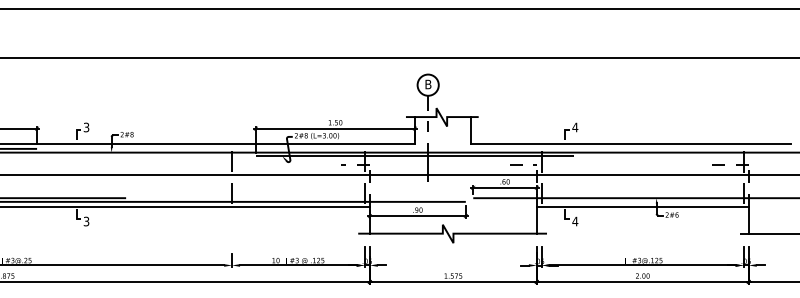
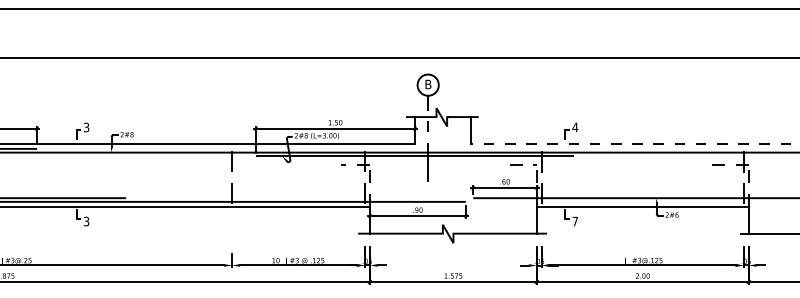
line at (630, 143): solid -> dashed
line at (399, 175): present -> none
text at (575, 221): 4 -> 7
